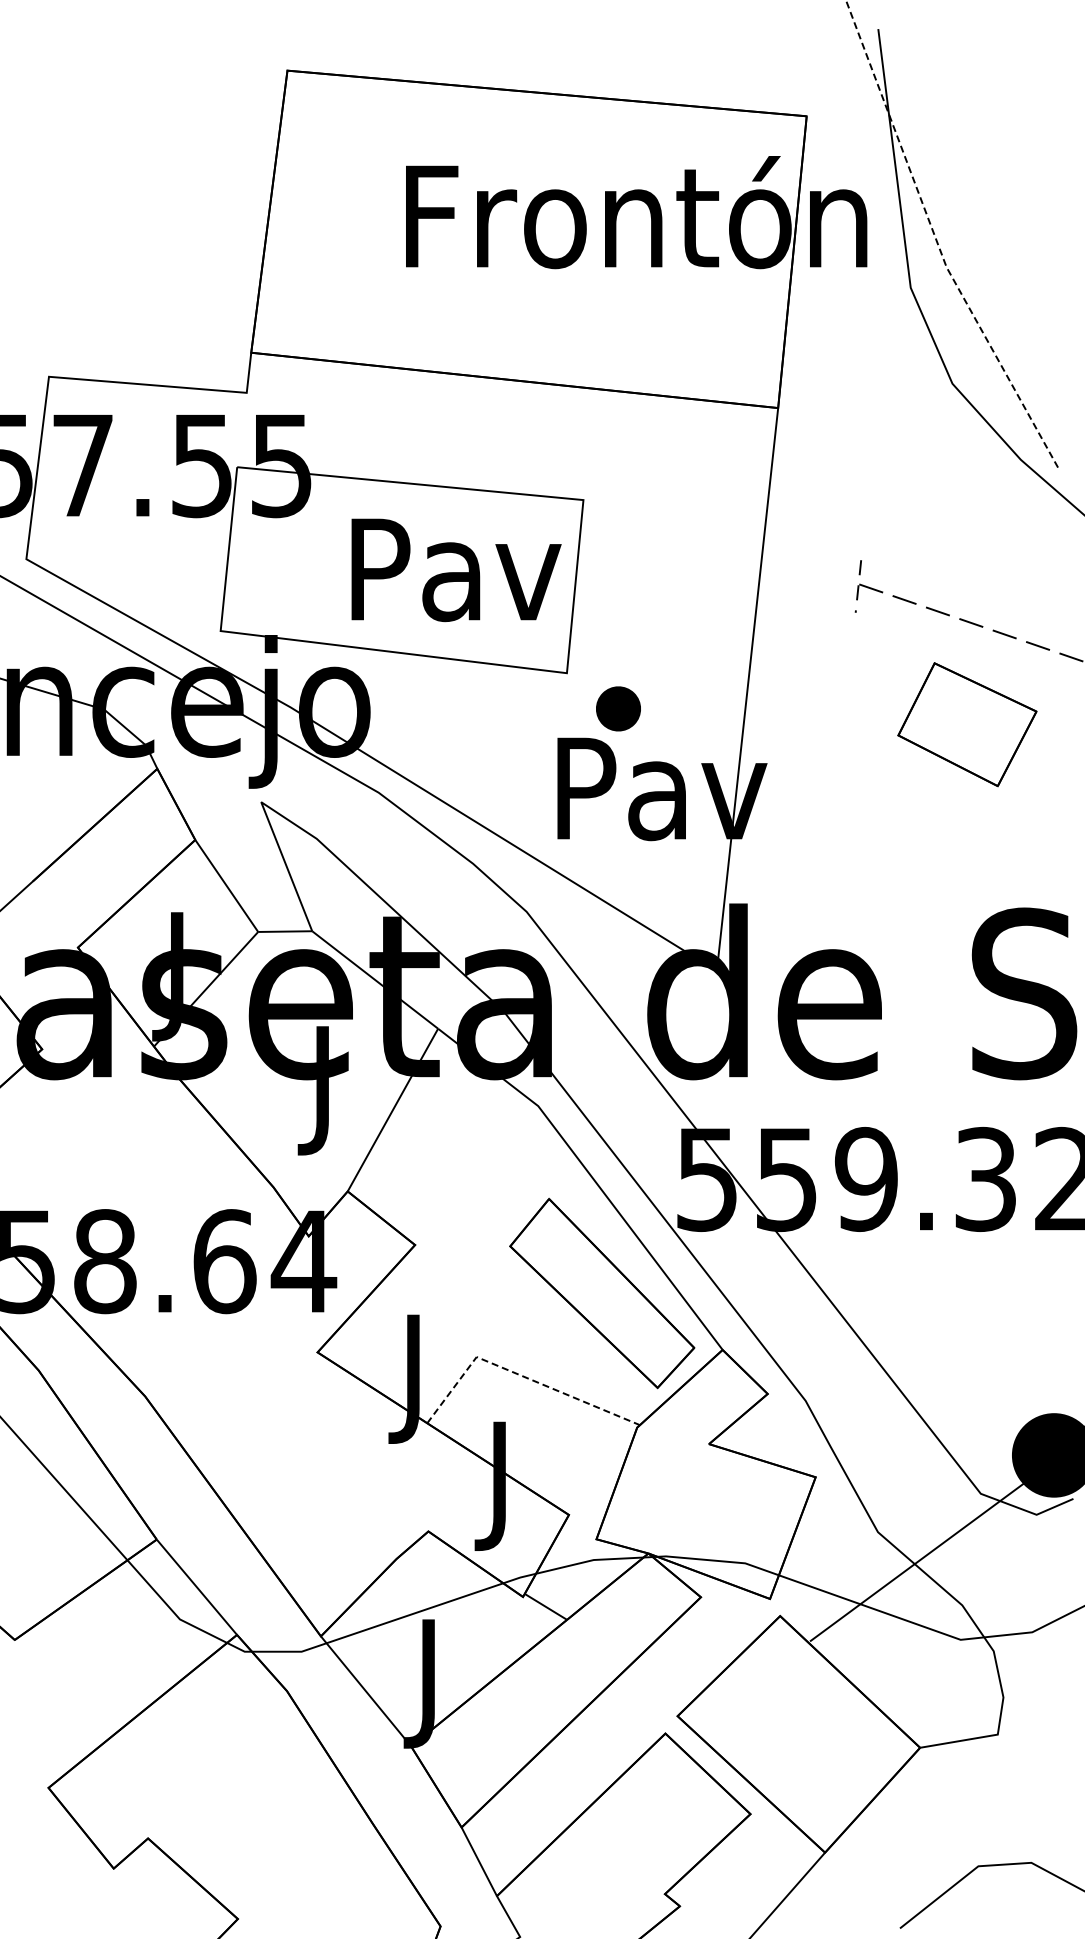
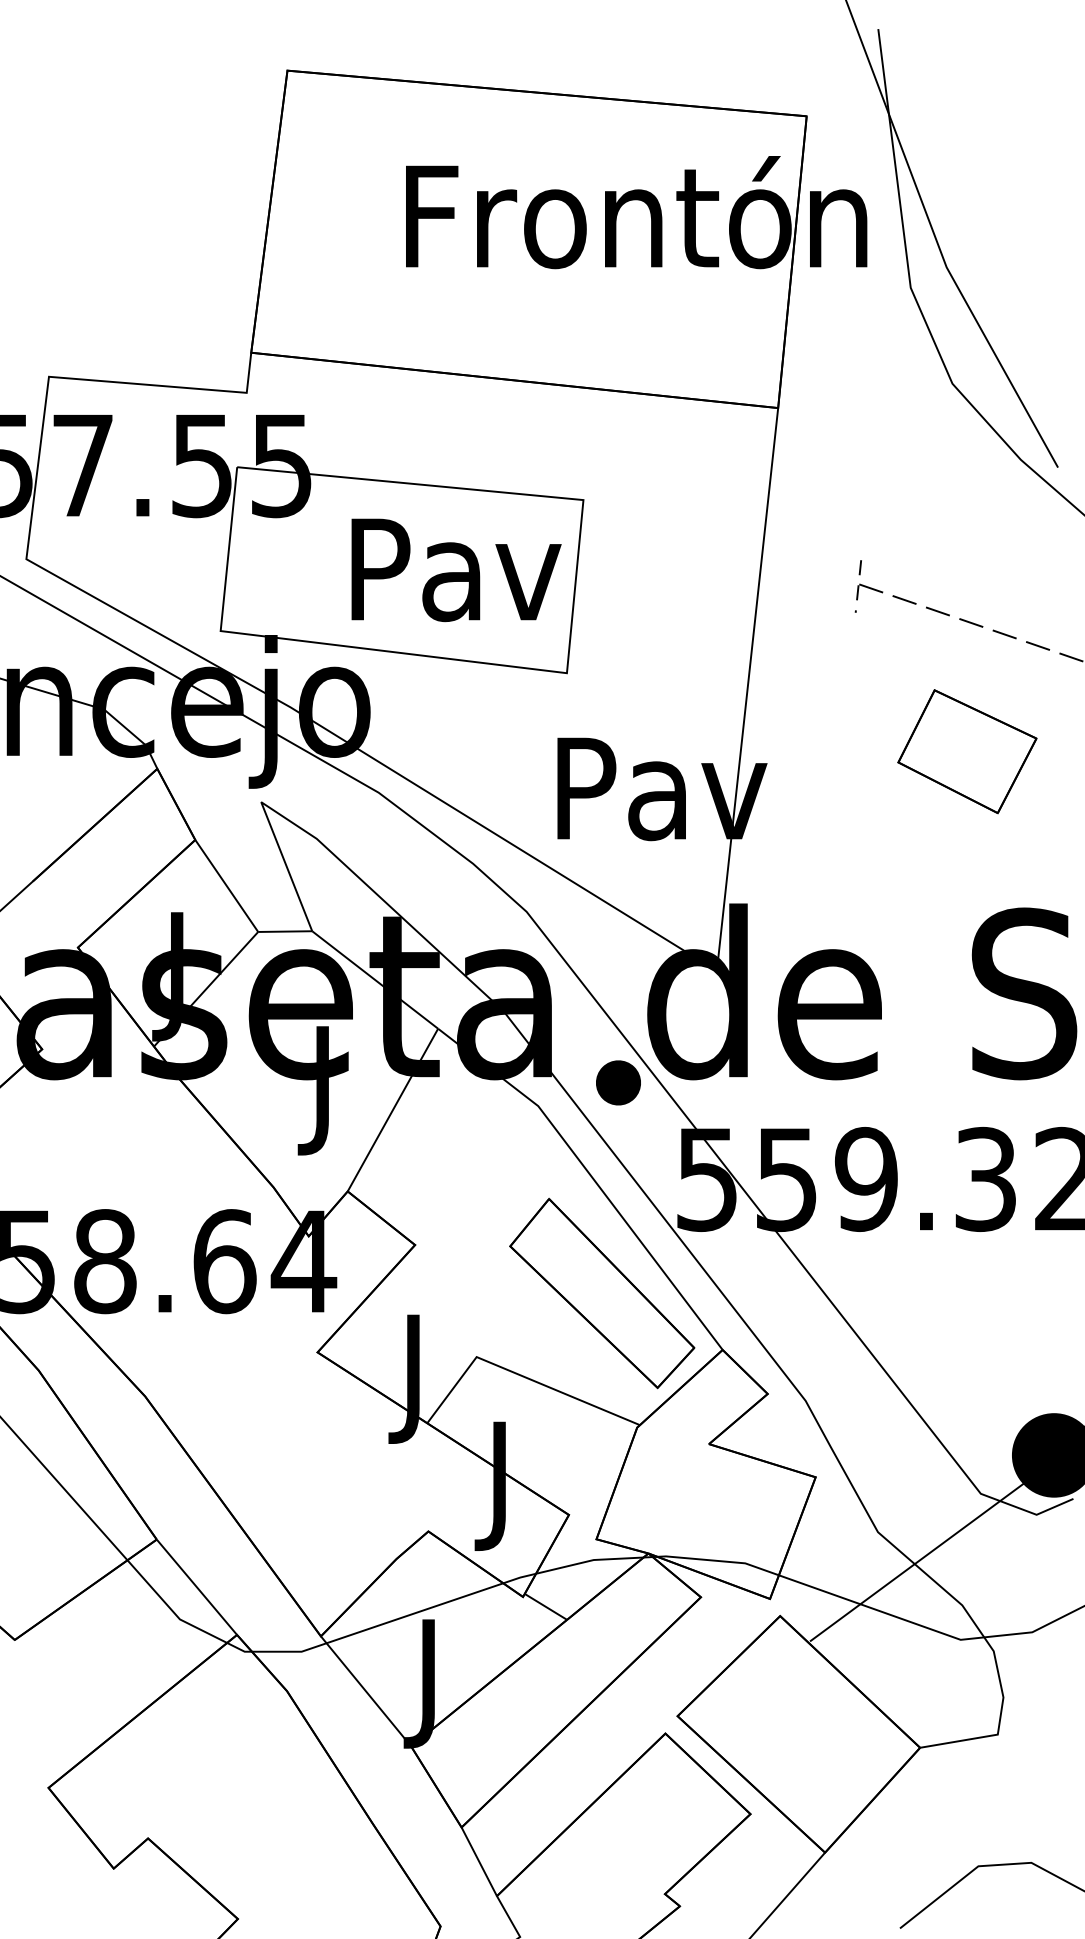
line at (936, 241): dashed -> solid
part at (618, 708) position: (618, 708) -> (618, 1082)
part at (967, 724) position: (967, 724) -> (967, 751)
line at (520, 1375): dashed -> solid
